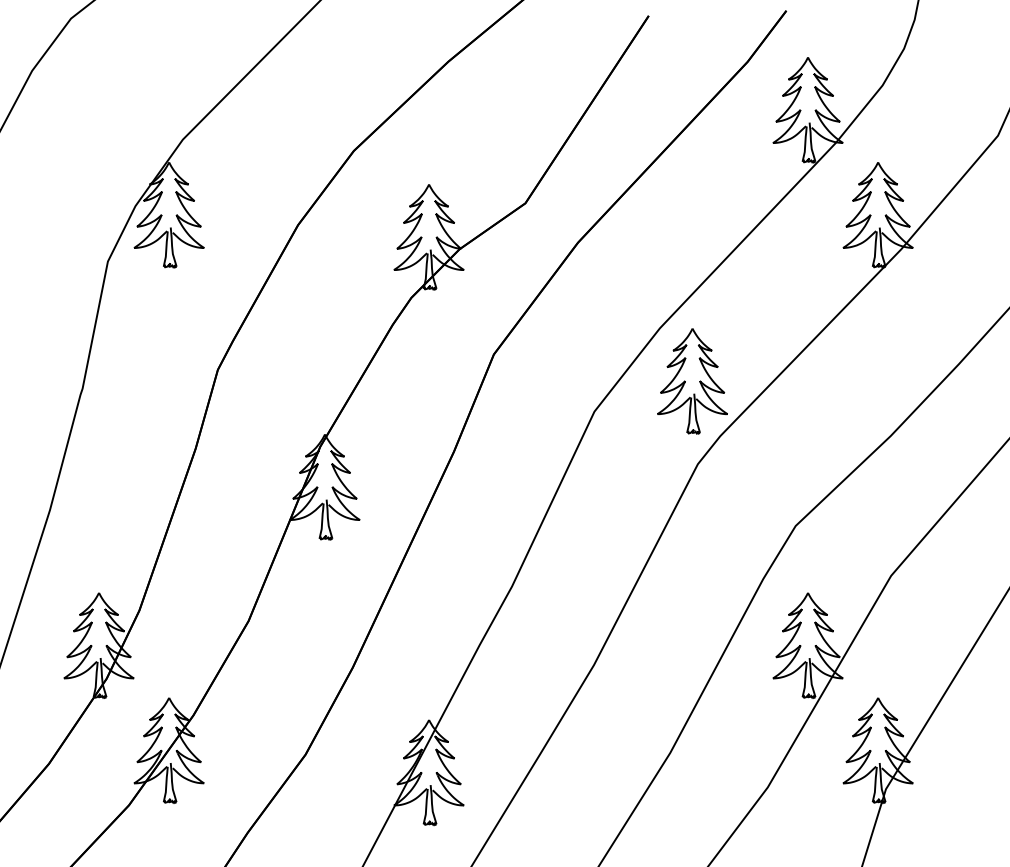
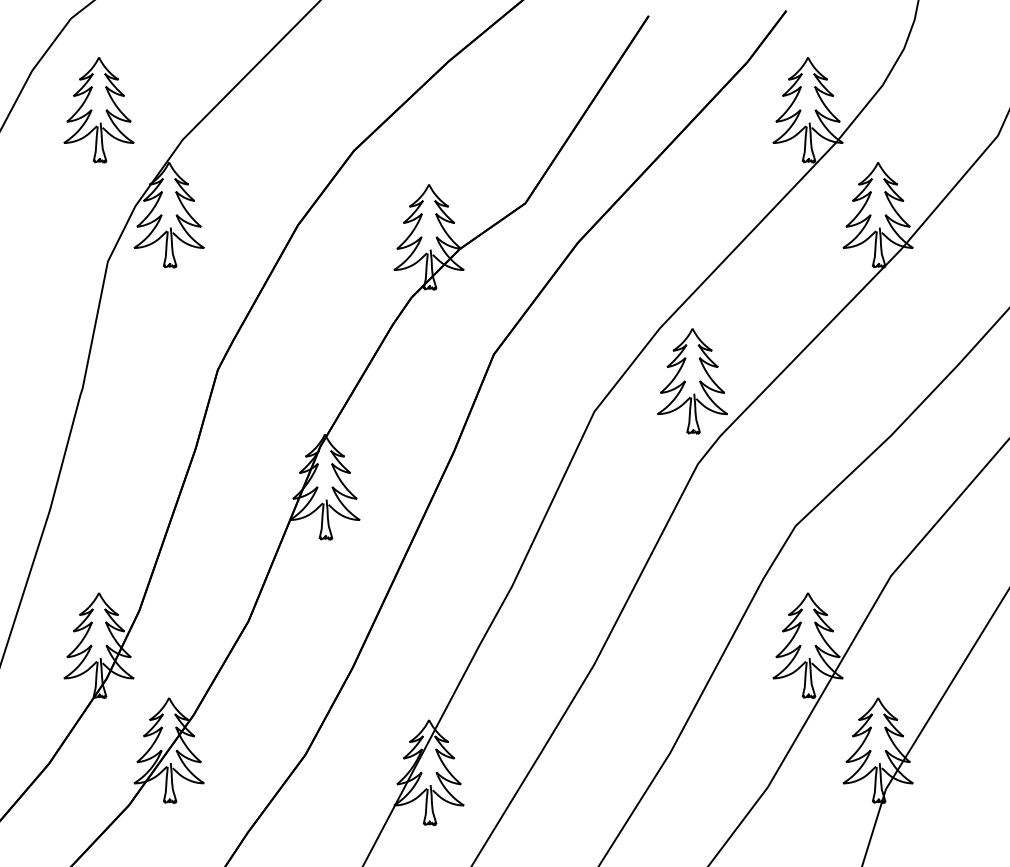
part at (98, 110): none -> present
